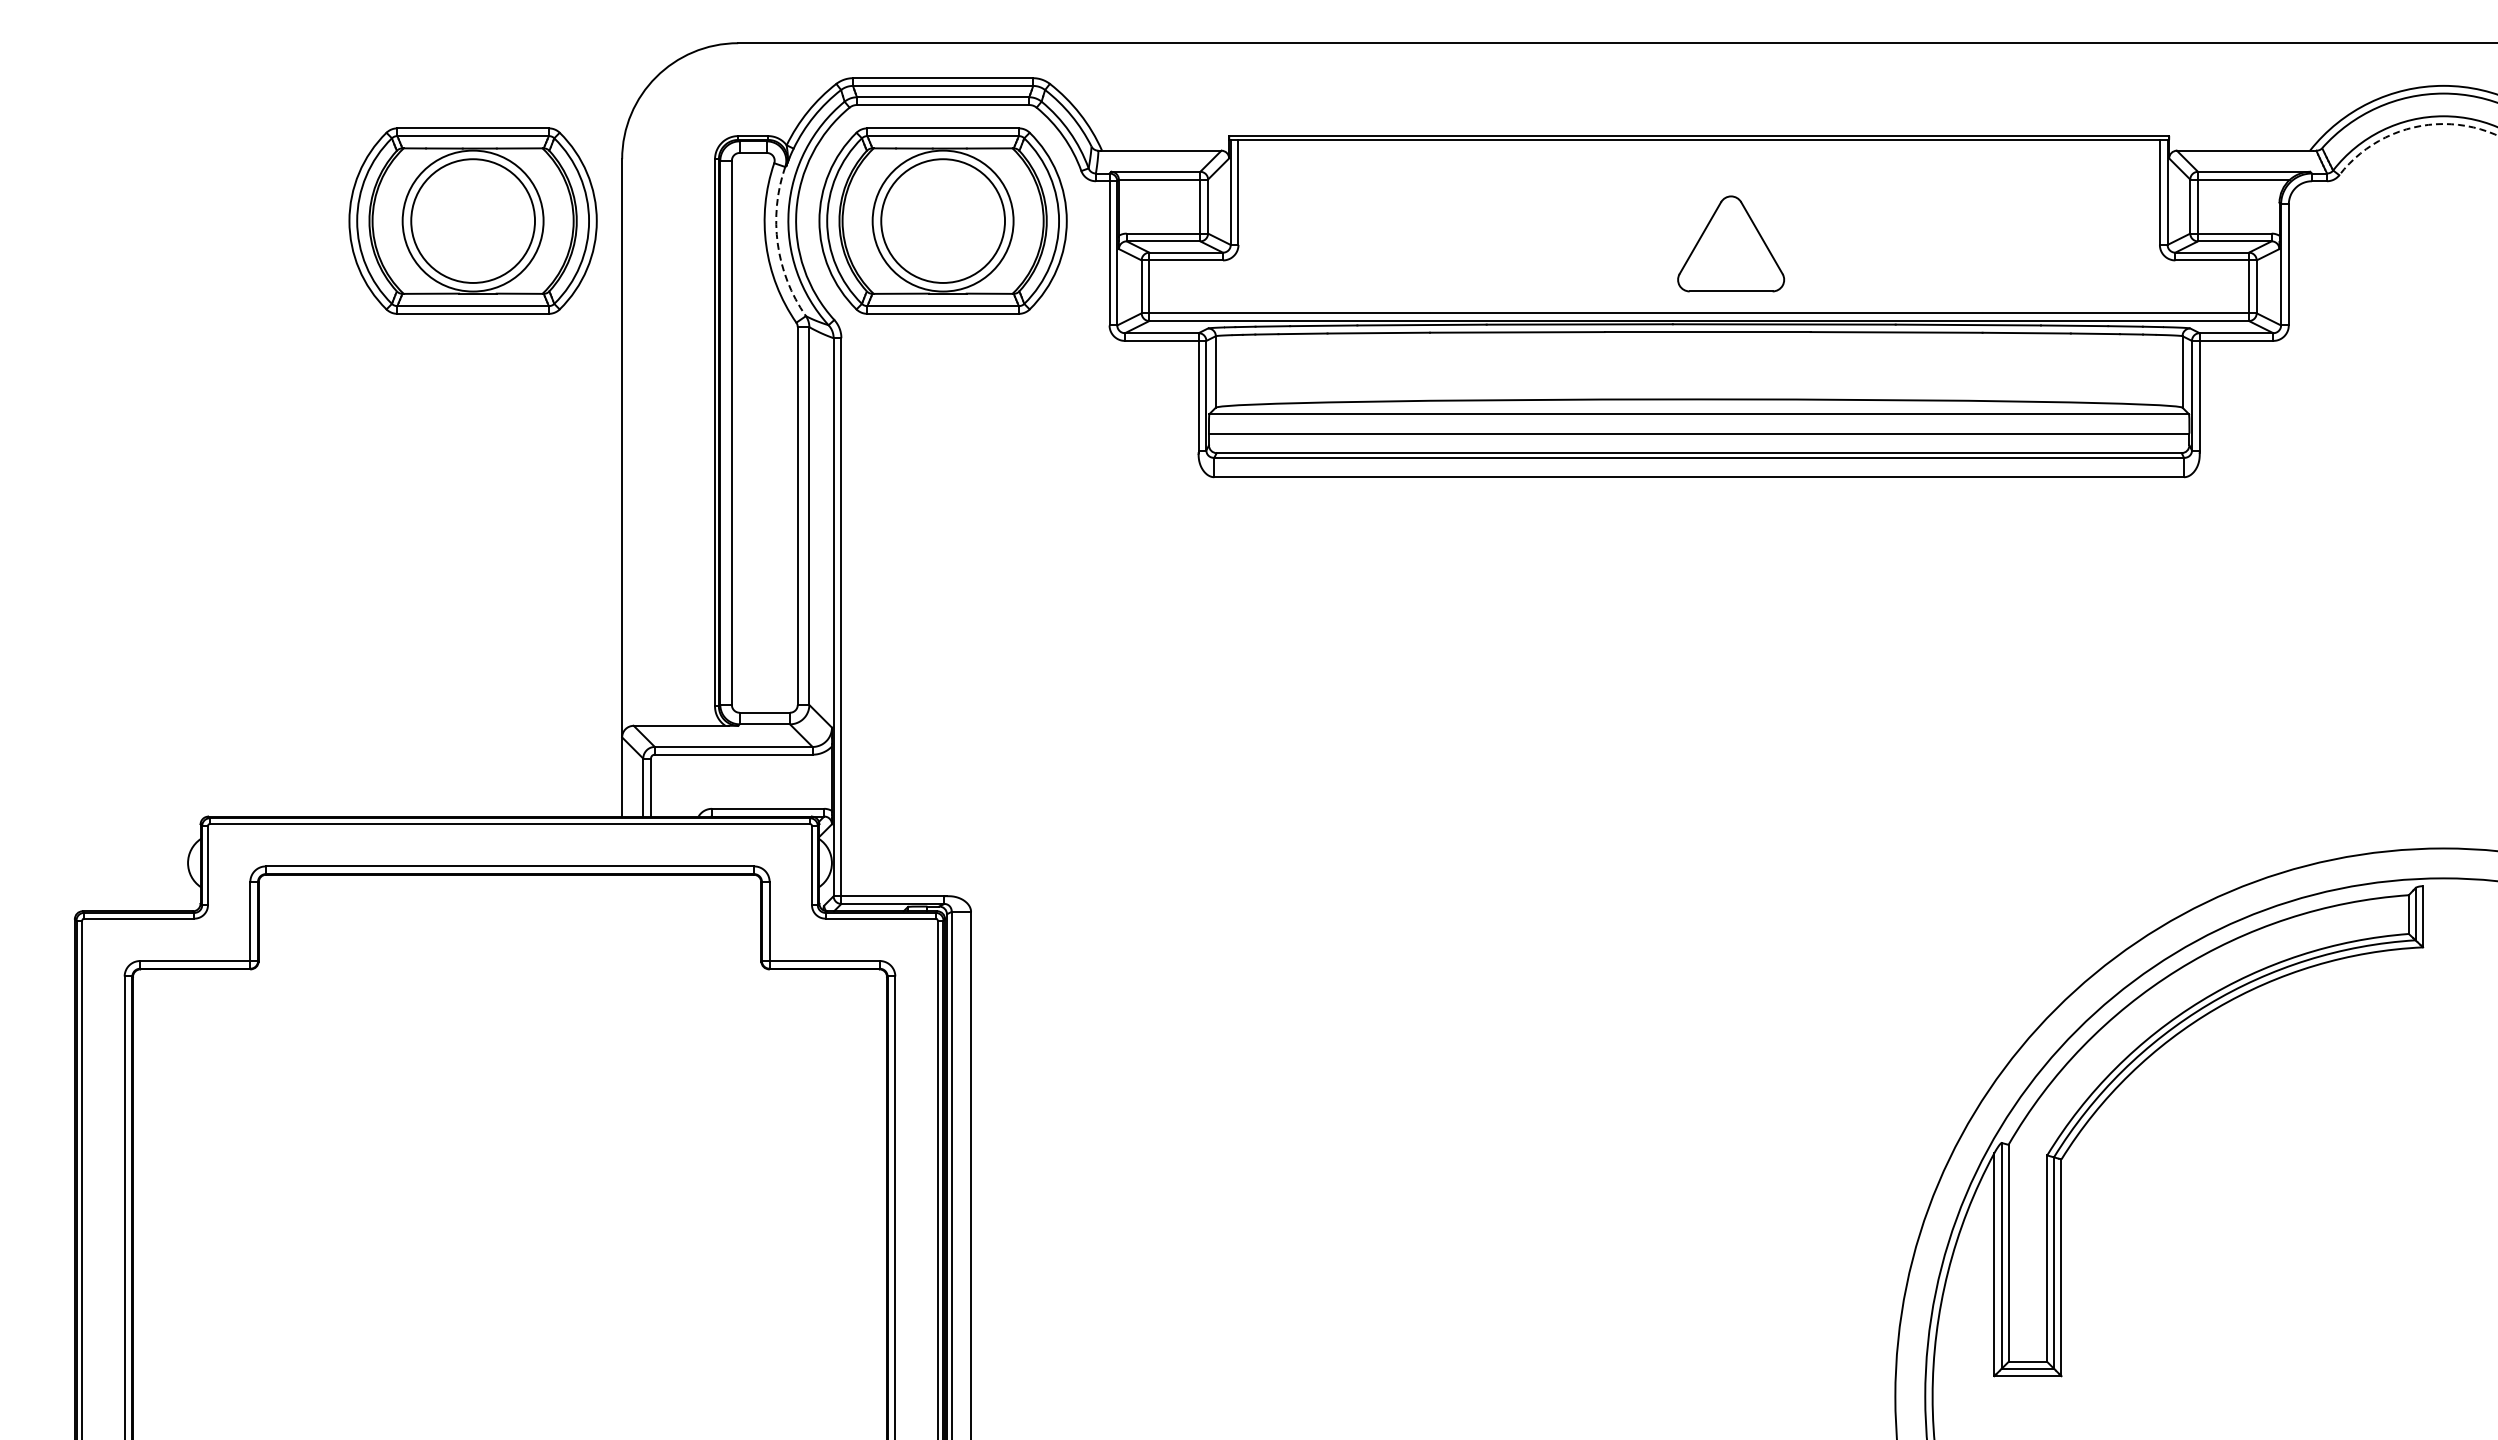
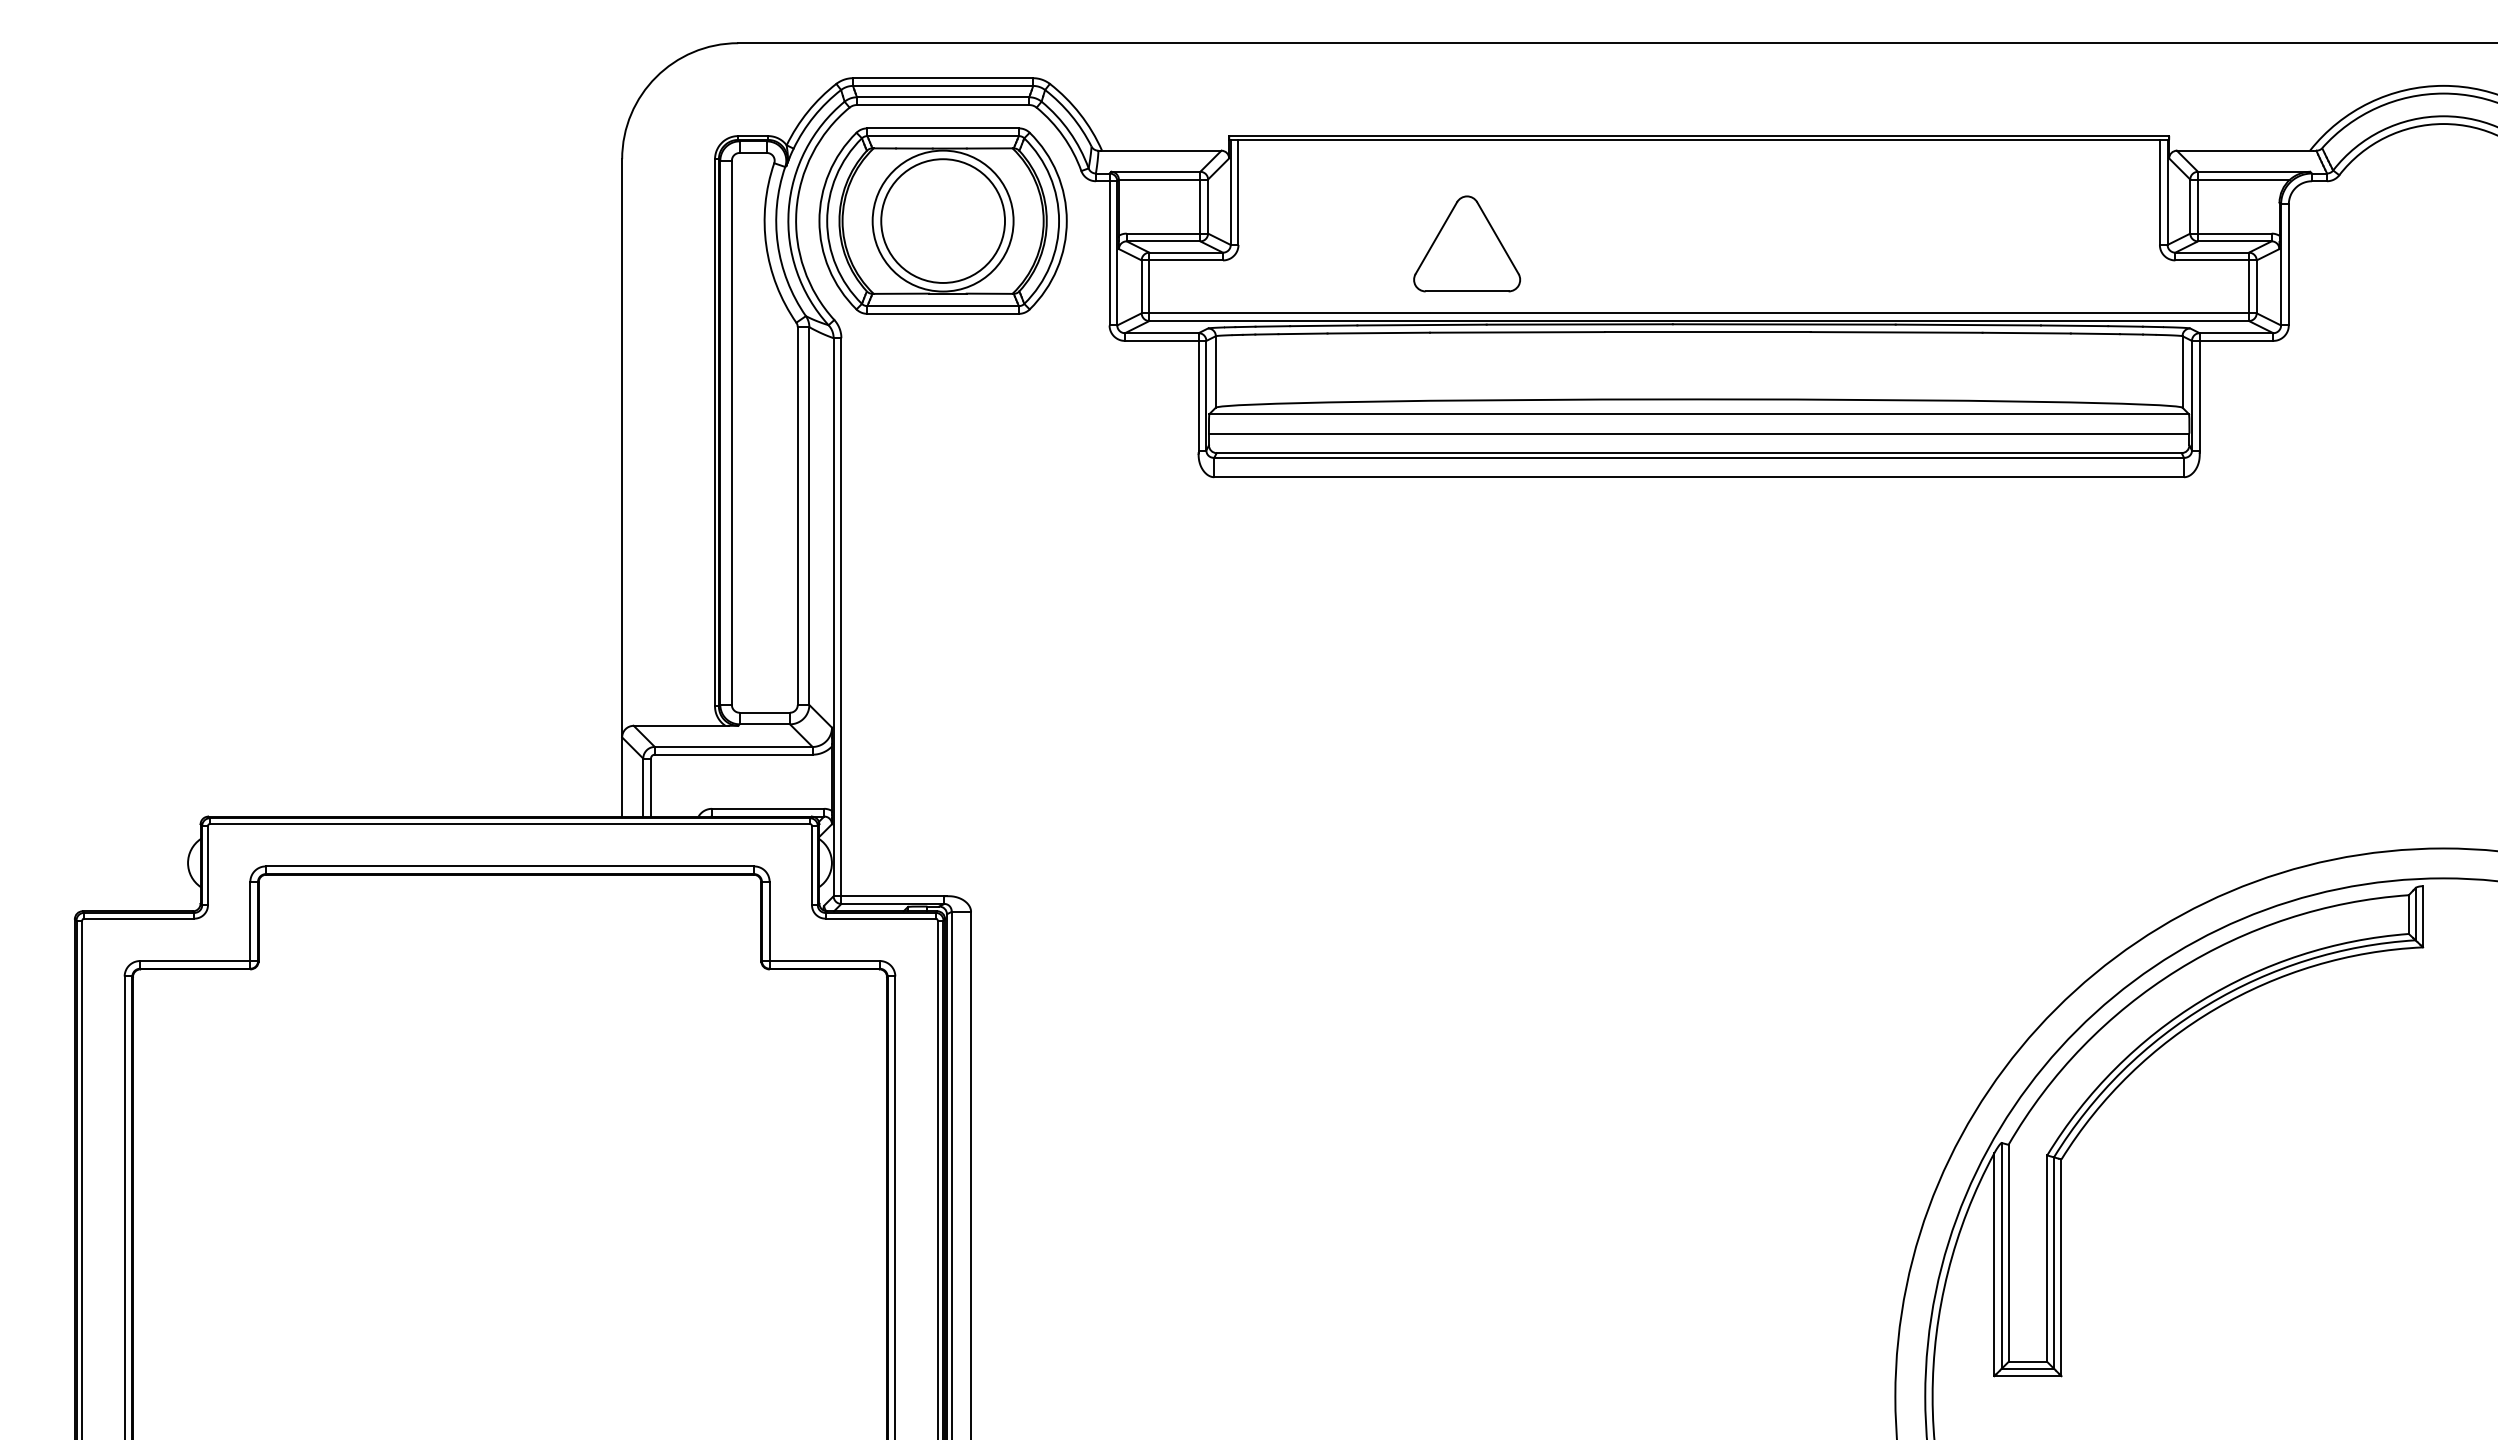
arc at (2411, 127): dashed -> solid
part at (472, 220): present -> none
part at (1730, 243) position: (1730, 243) -> (1466, 243)
arc at (777, 244): dashed -> solid
